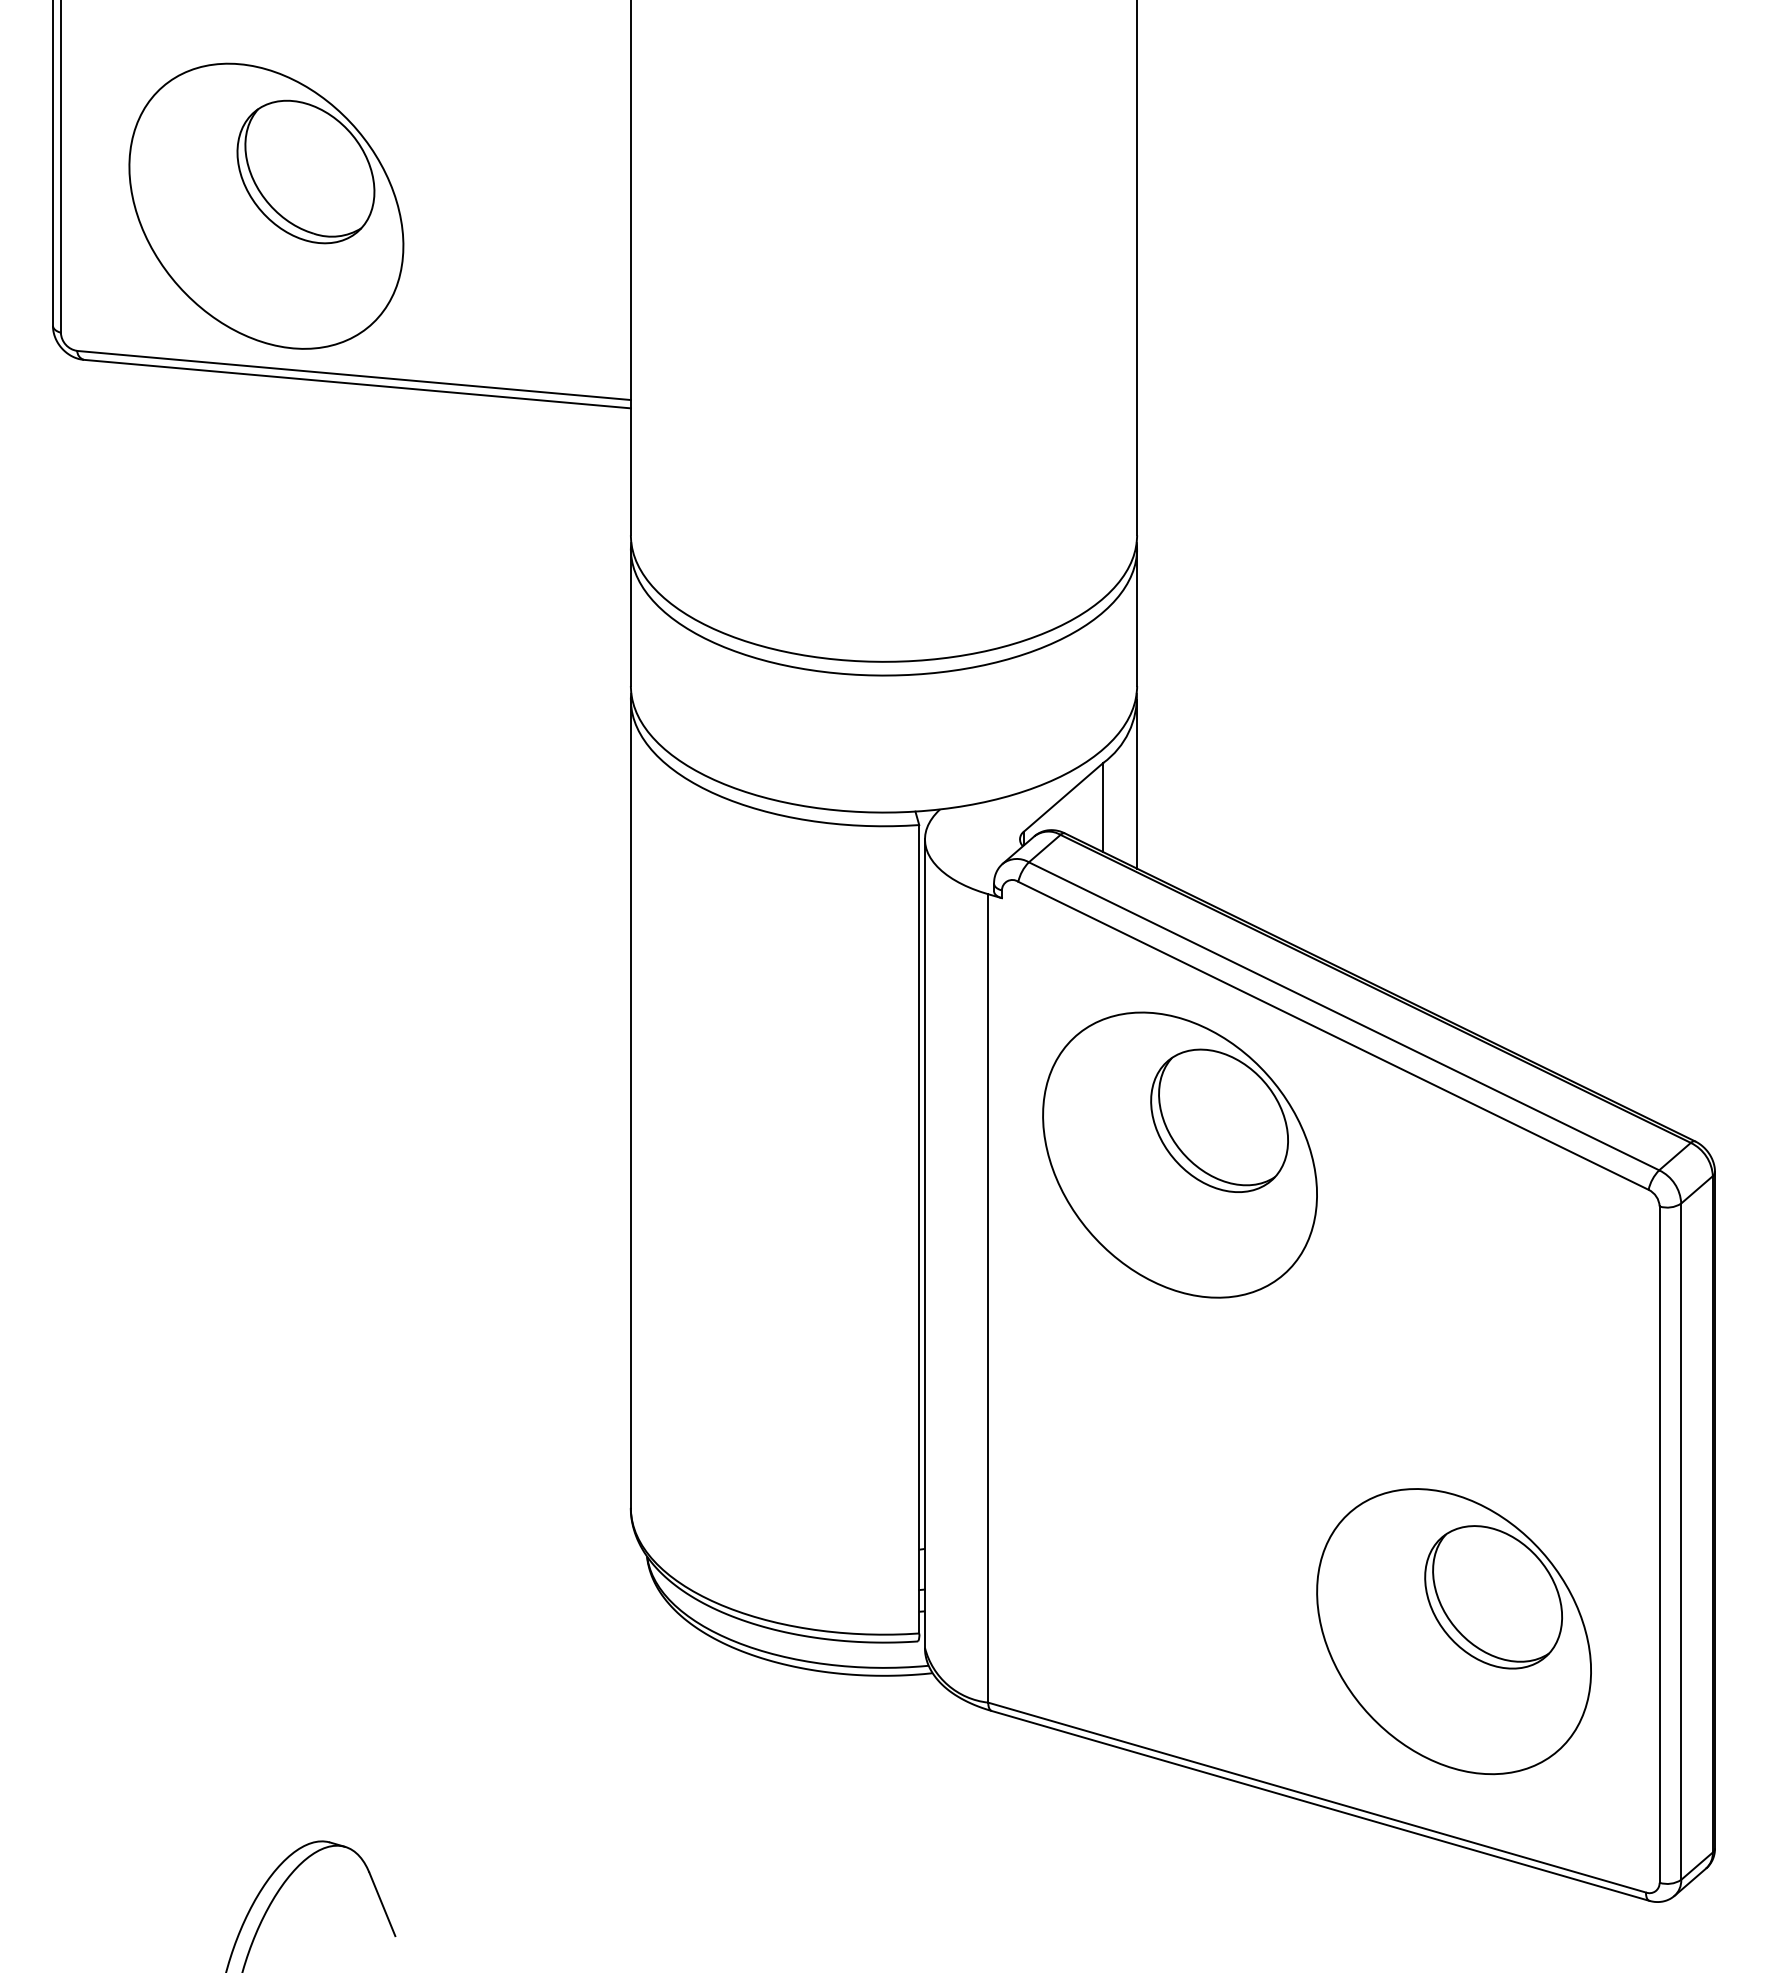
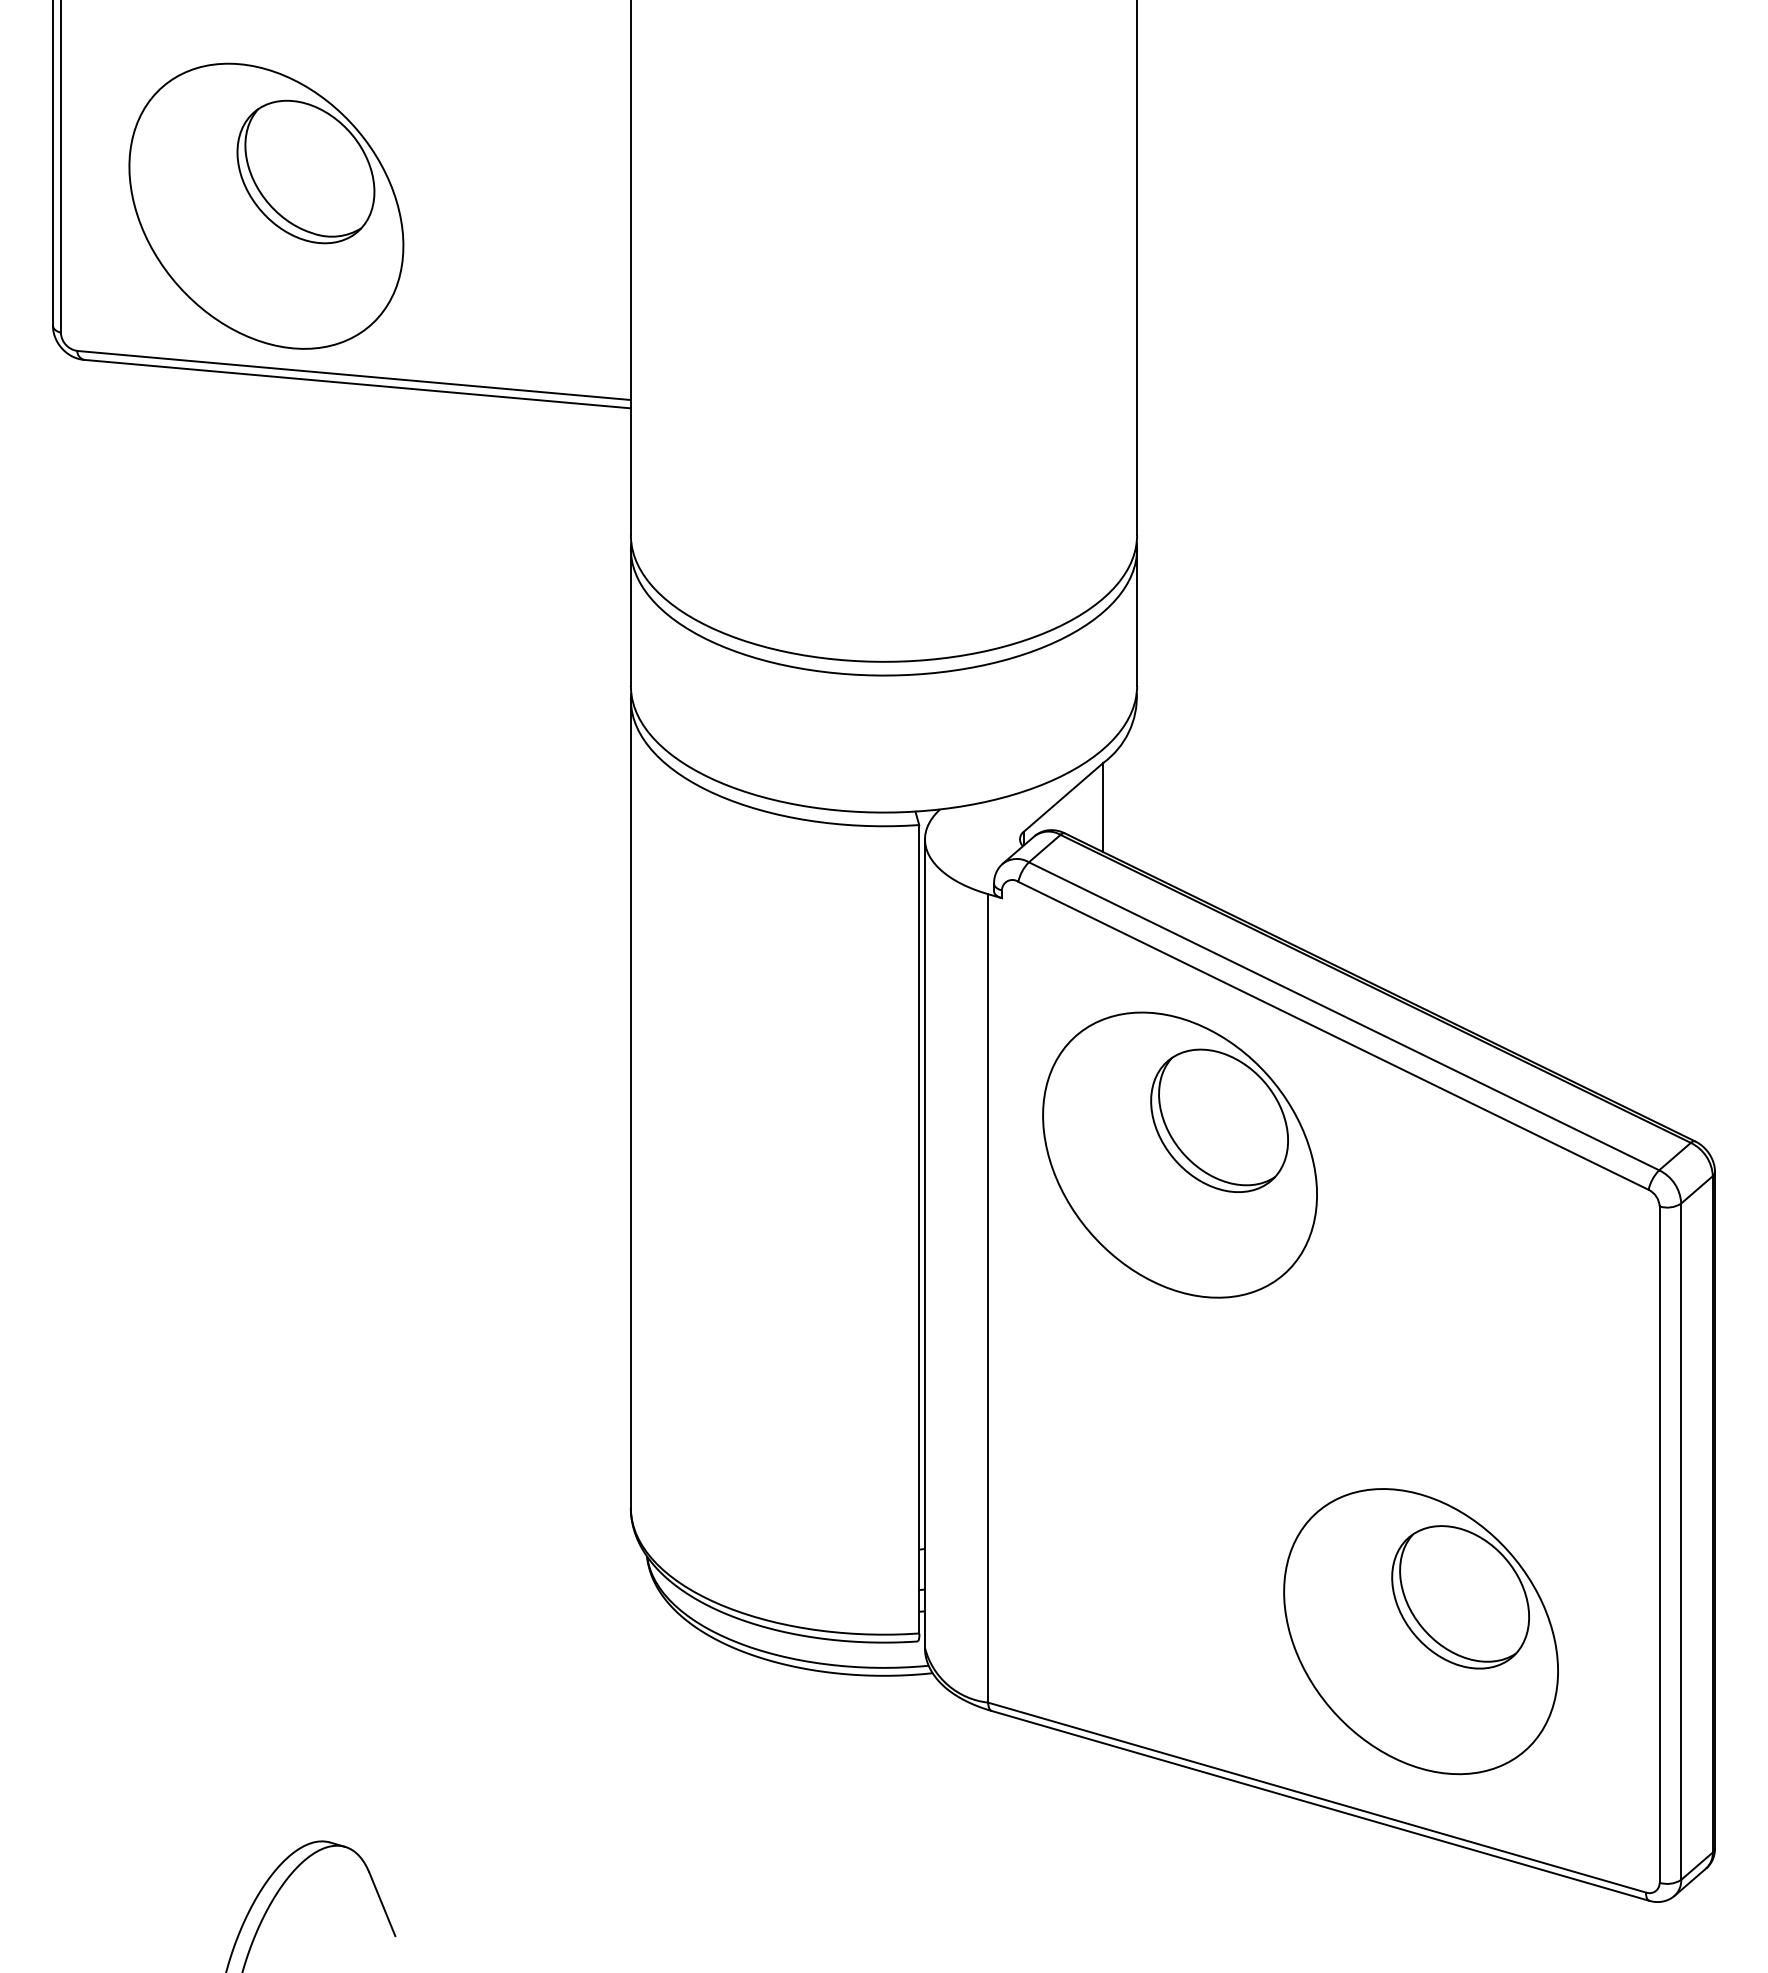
line at (1137, 783): present -> none
part at (1453, 1631) position: (1453, 1631) -> (1420, 1631)
